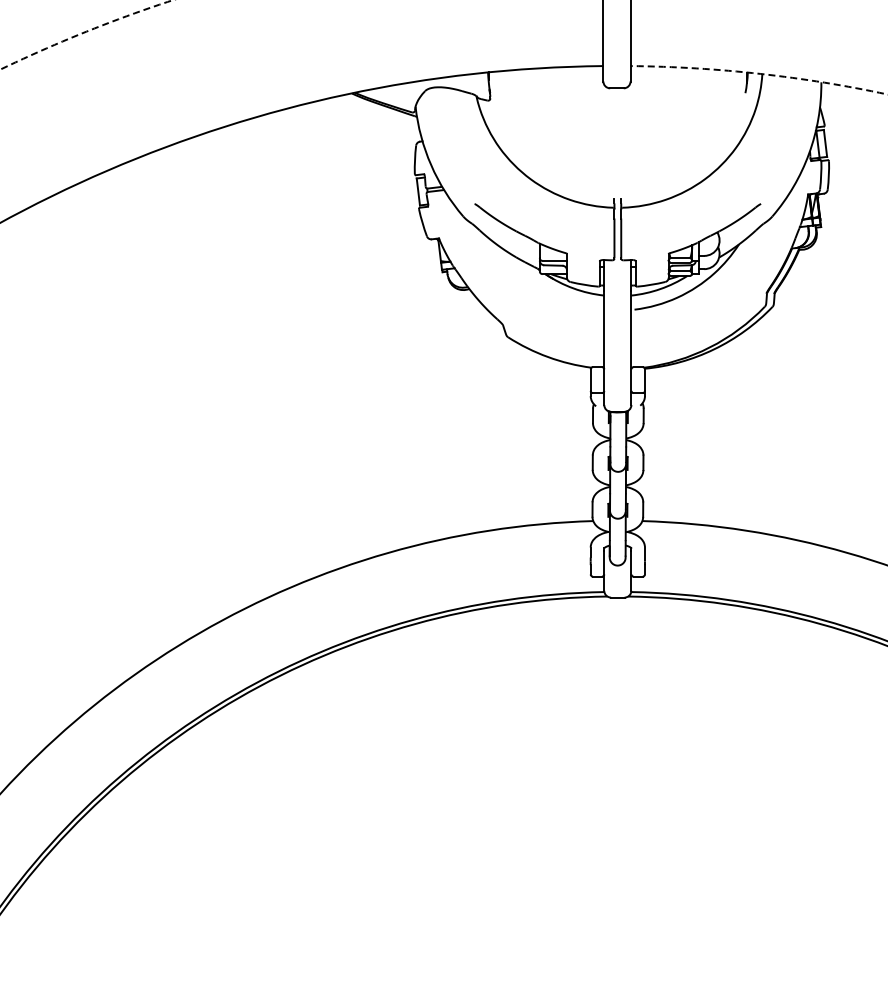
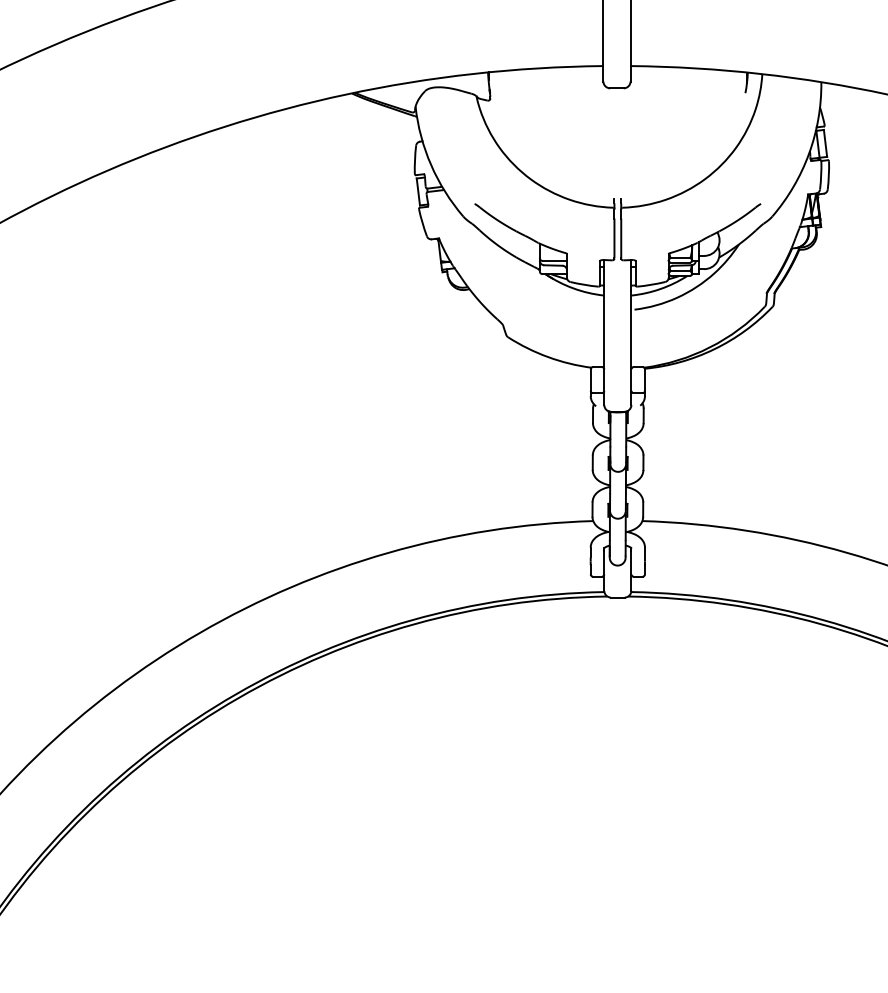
arc at (85, 32): dashed -> solid
arc at (760, 73): dashed -> solid
